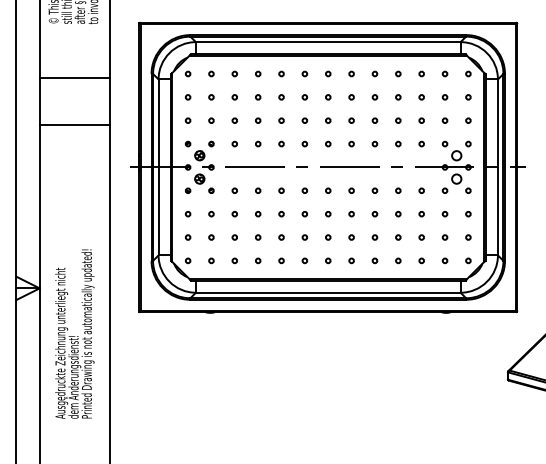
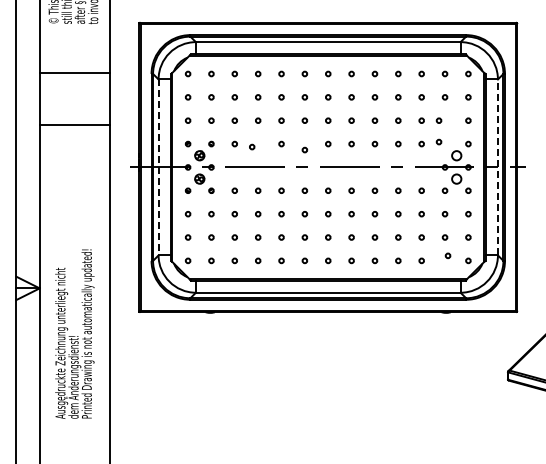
line at (74, 78) position: (74, 78) -> (74, 73)
circle at (444, 120) position: (444, 120) -> (438, 120)
circle at (258, 143) position: (258, 143) -> (252, 146)
circle at (304, 143) position: (304, 143) -> (304, 149)
circle at (444, 143) position: (444, 143) -> (438, 141)
line at (158, 167): solid -> dashed
line at (497, 167): solid -> dashed
circle at (444, 260) position: (444, 260) -> (447, 255)
